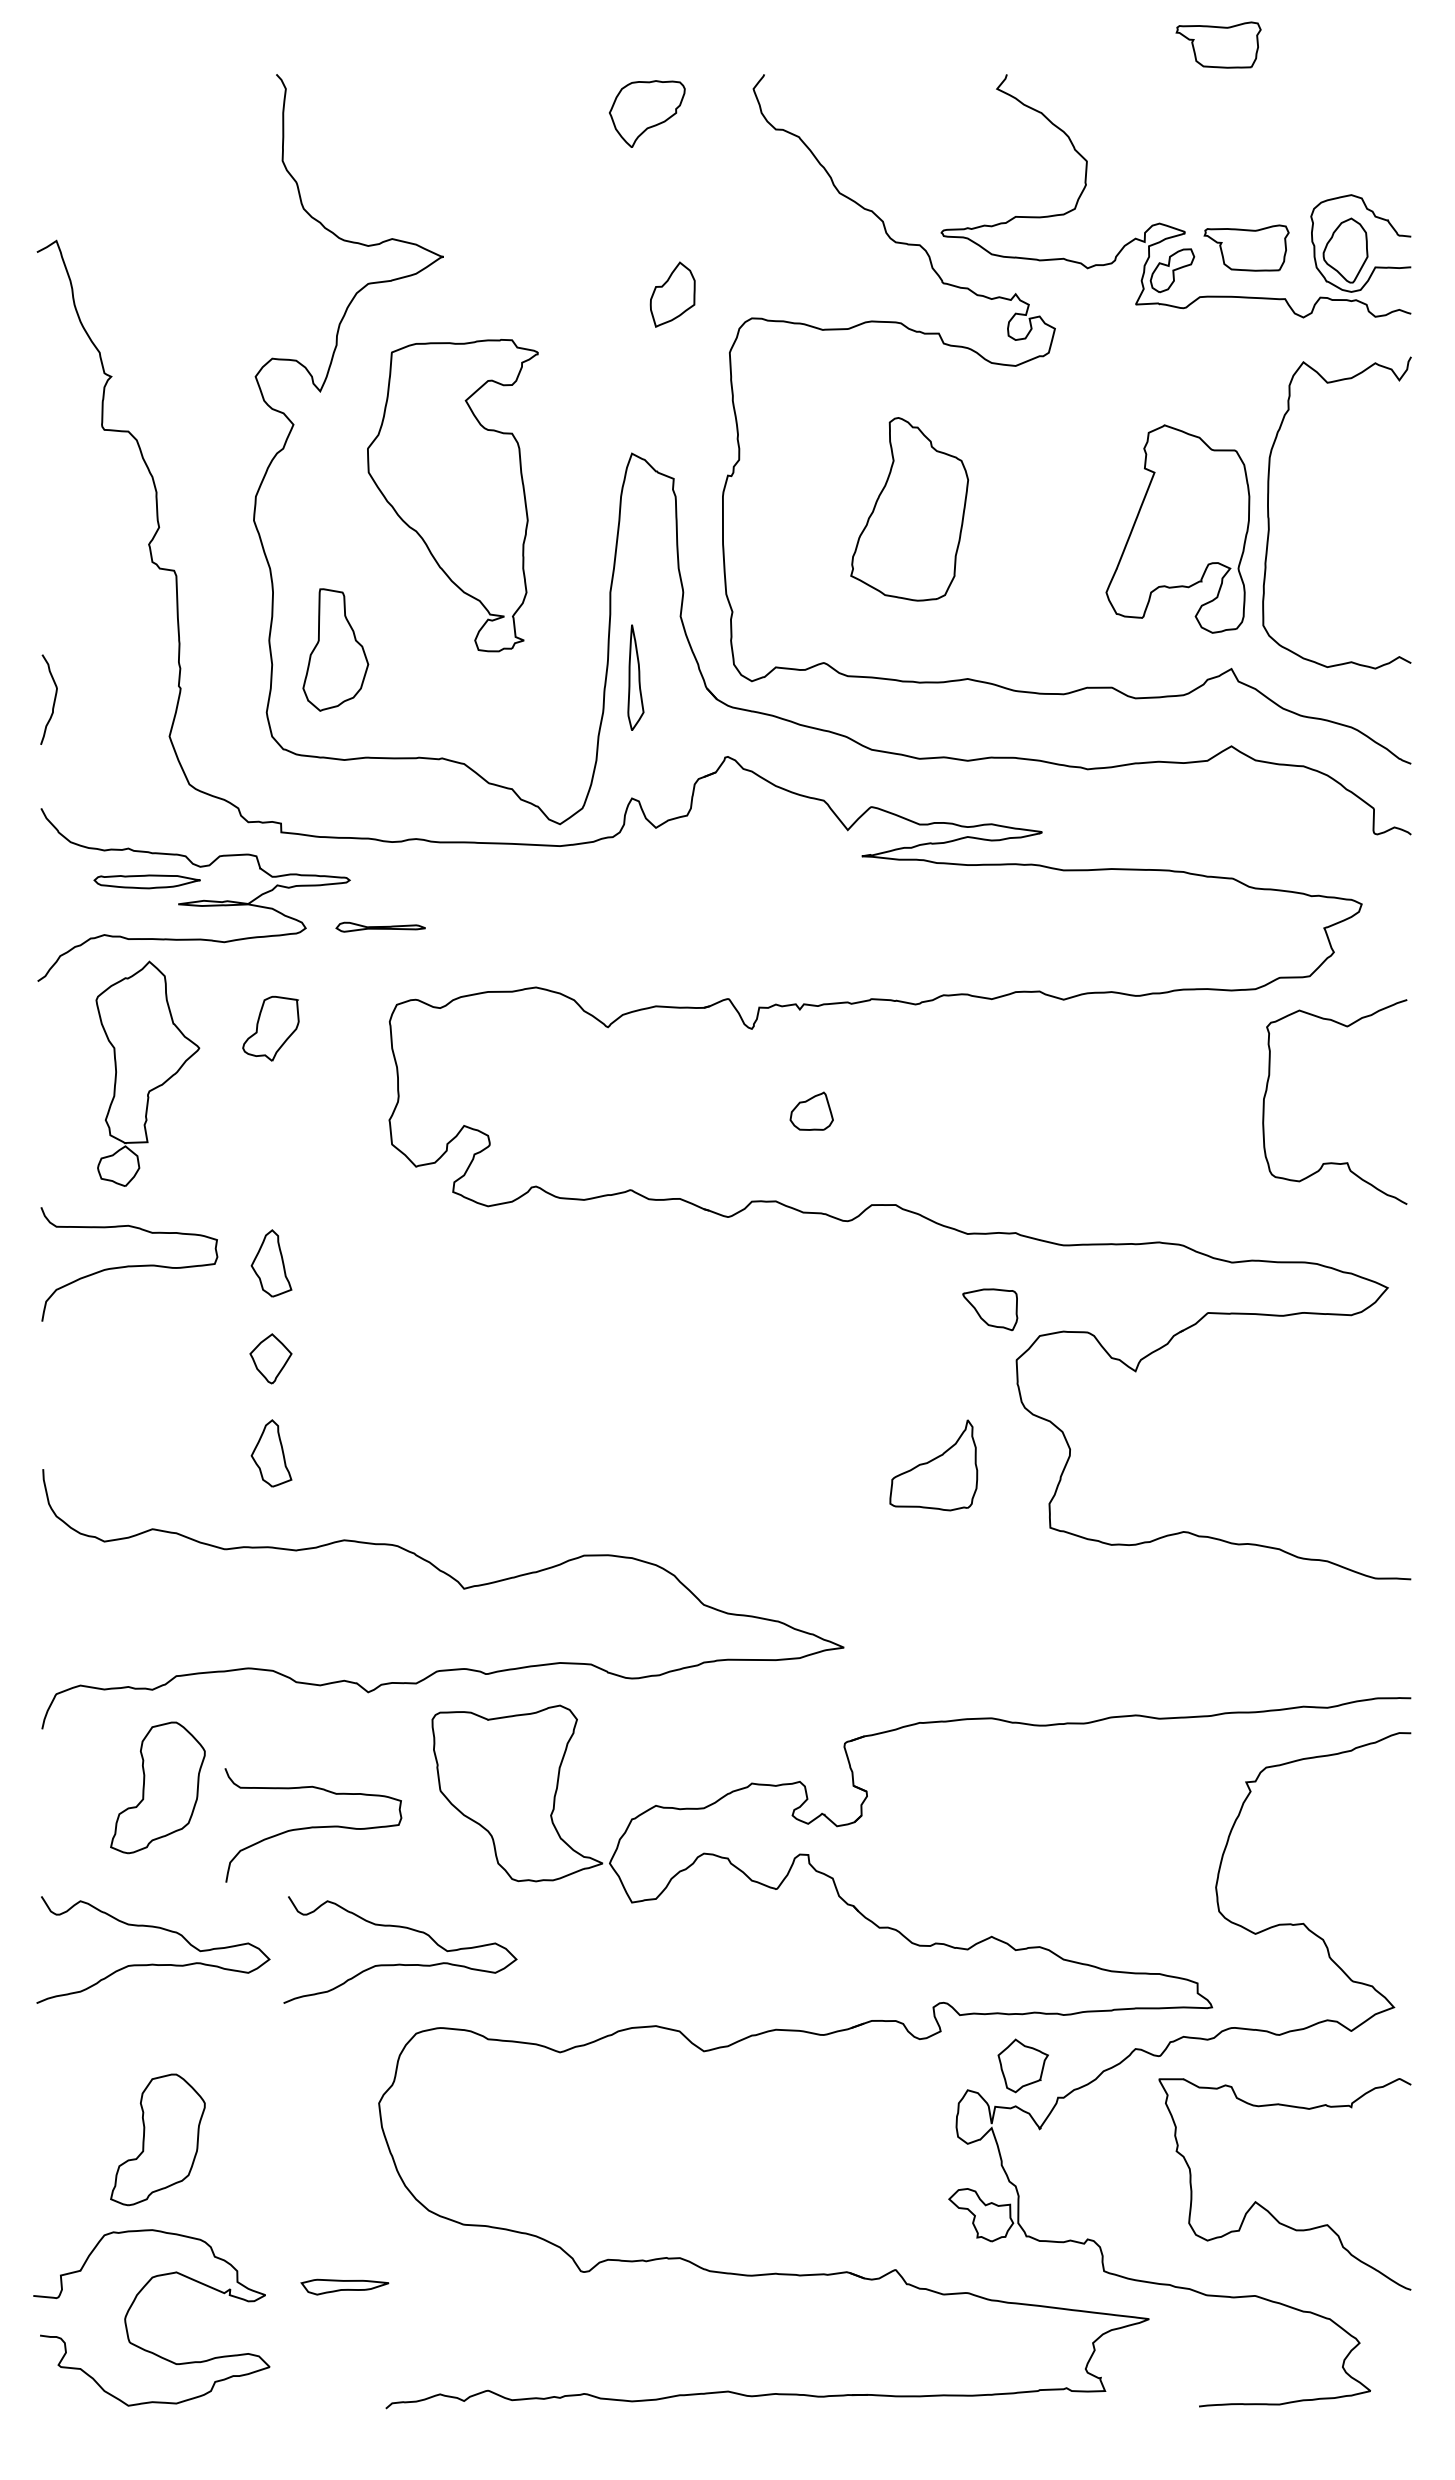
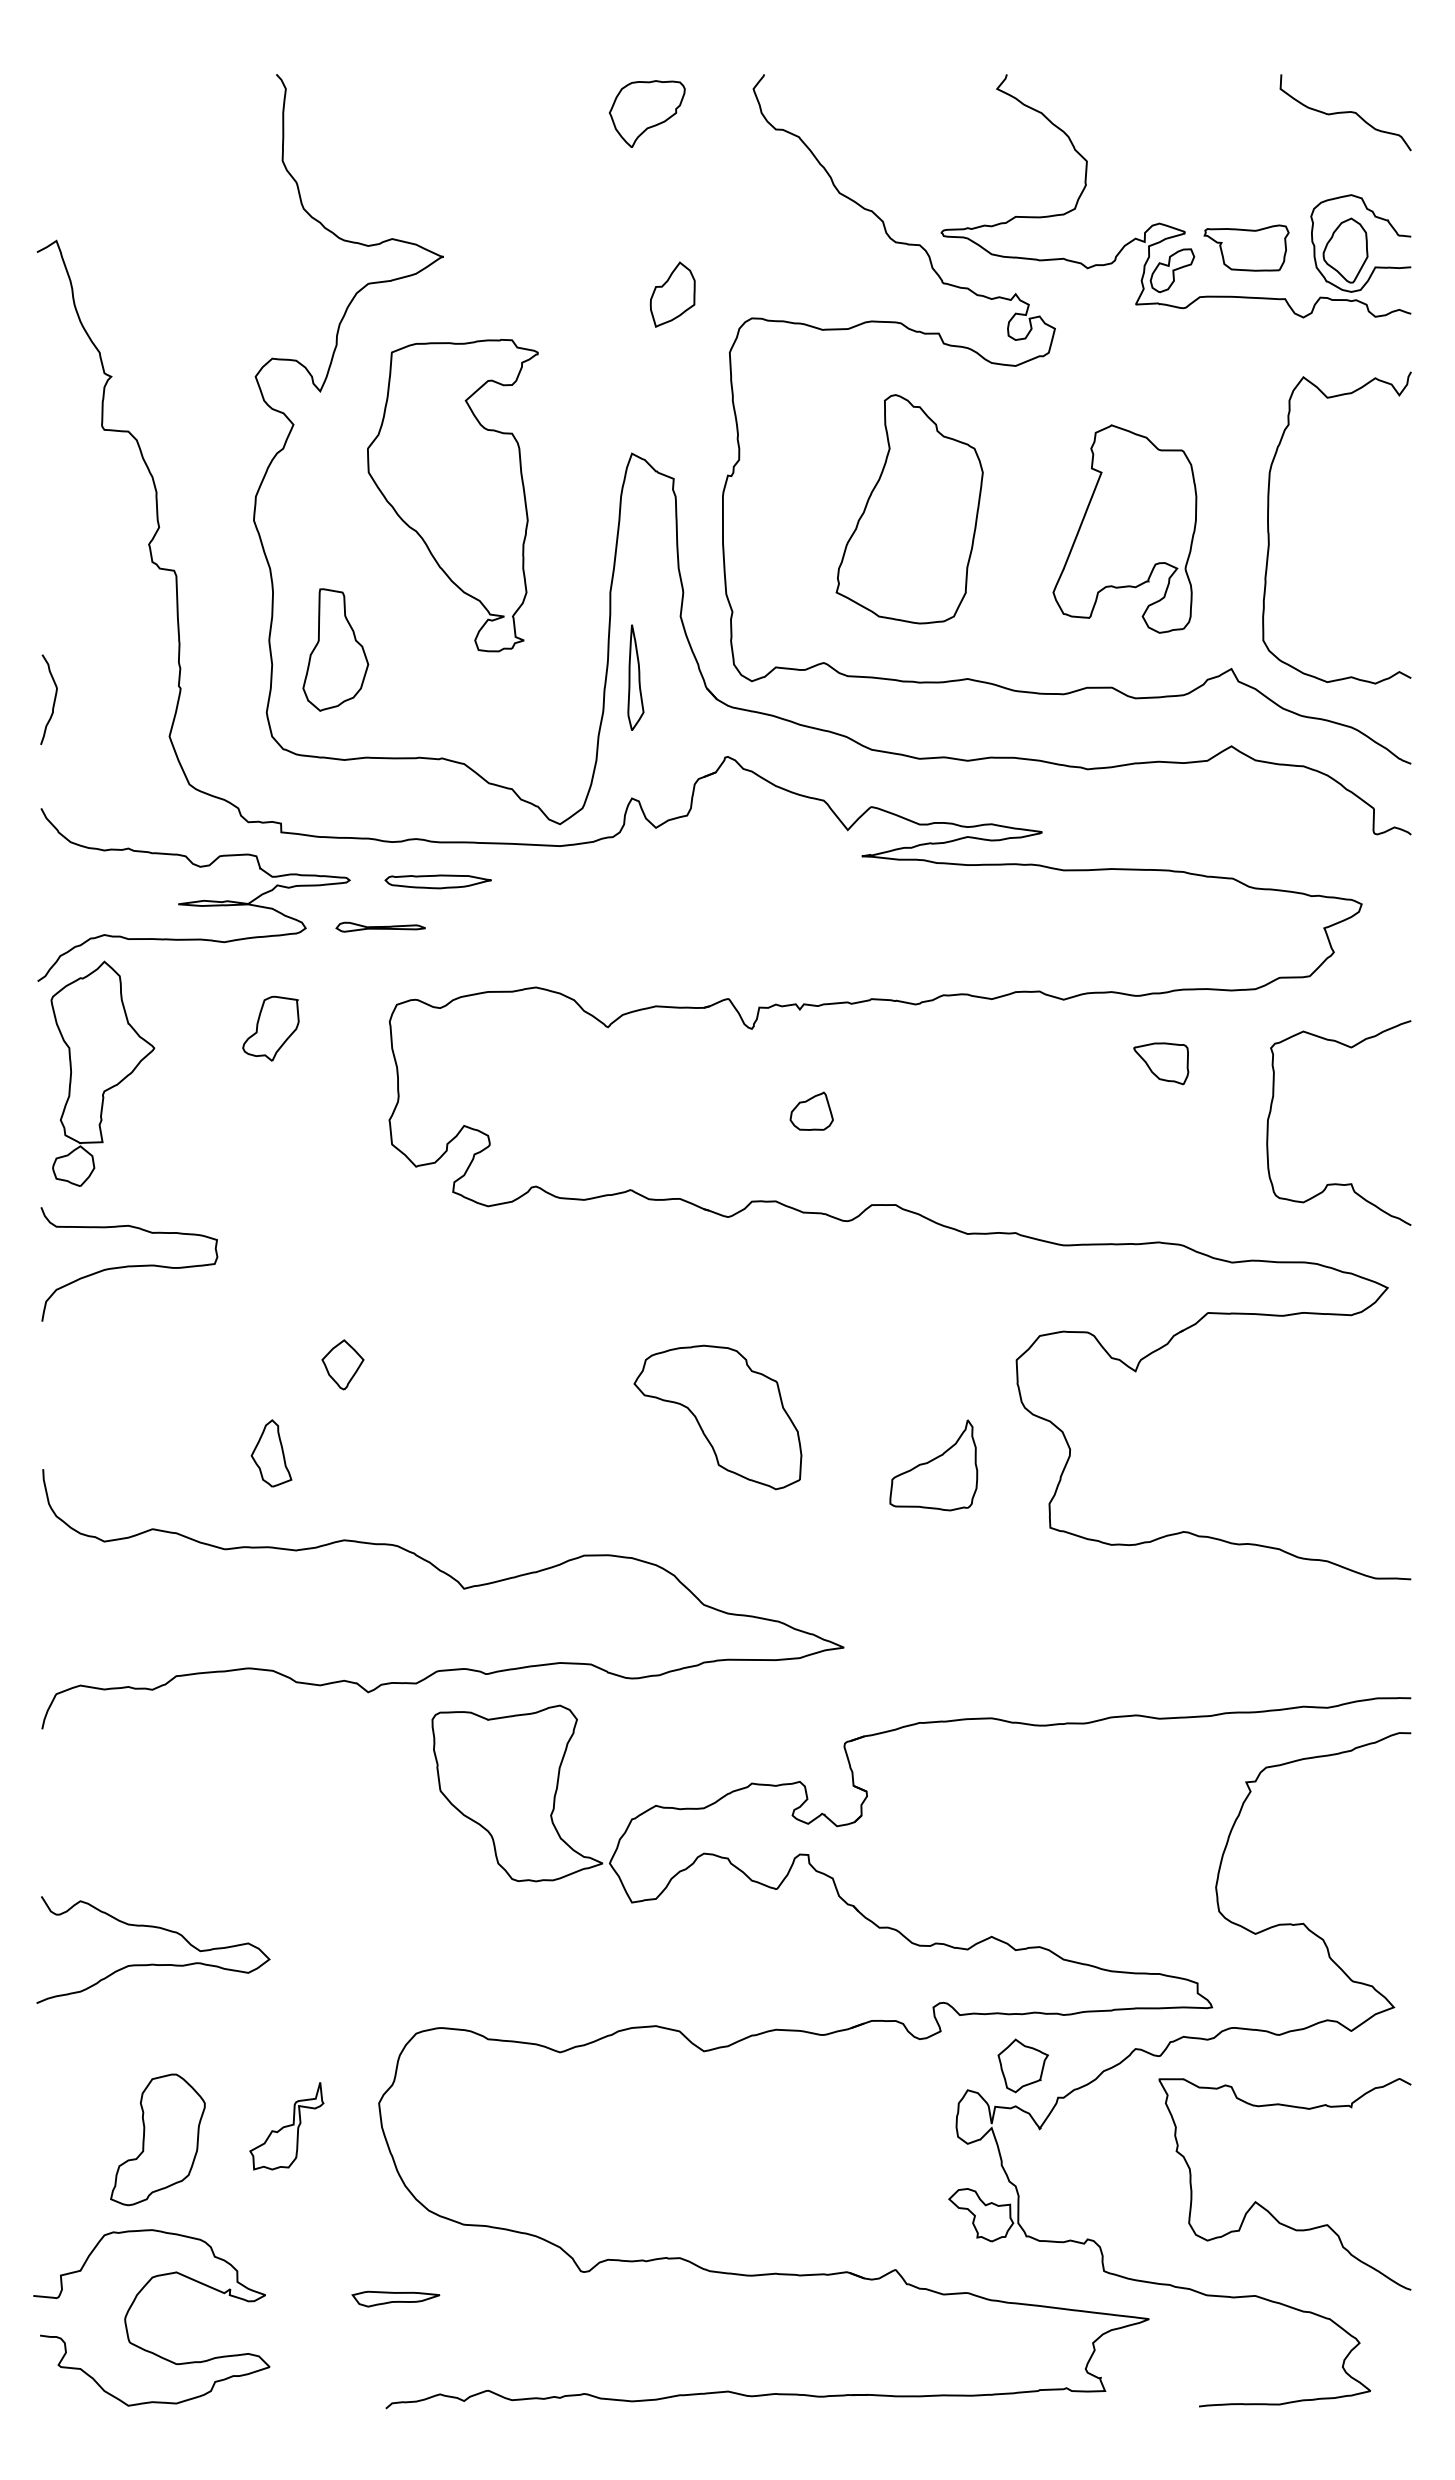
part at (1218, 44): present -> none
curve at (1345, 112): none -> present
part at (909, 509) size: 119x185 px -> 149x231 px
curve at (1269, 513) position: (1269, 513) -> (1269, 528)
part at (1177, 528) position: (1177, 528) -> (1124, 528)
part at (146, 881) position: (146, 881) -> (437, 881)
part at (147, 1073) position: (147, 1073) -> (102, 1073)
curve at (1334, 1162) position: (1334, 1162) -> (1338, 1183)
part at (271, 1263): present -> none
part at (990, 1309) position: (990, 1309) -> (1161, 1063)
part at (270, 1358) position: (270, 1358) -> (342, 1364)
part at (717, 1417): none -> present
part at (157, 1787): present -> none
curve at (313, 1826): present -> none
curve at (400, 1963): present -> none
part at (286, 2126): none -> present
part at (344, 2286) position: (344, 2286) -> (395, 2298)
